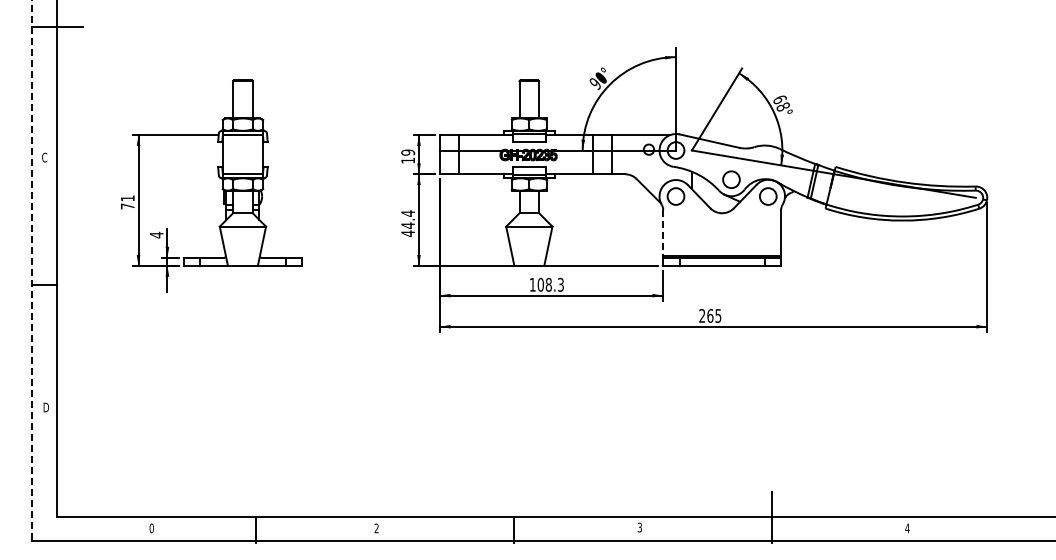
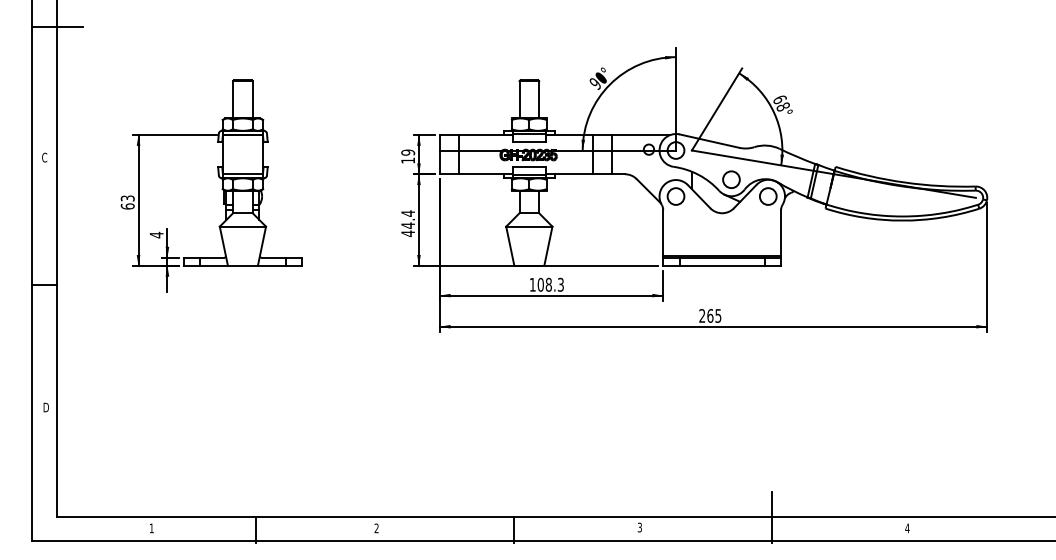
text at (127, 202): 71 -> 63
line at (663, 232): dashed -> solid
line at (31, 271): dashed -> solid
text at (151, 528): 0 -> 1
